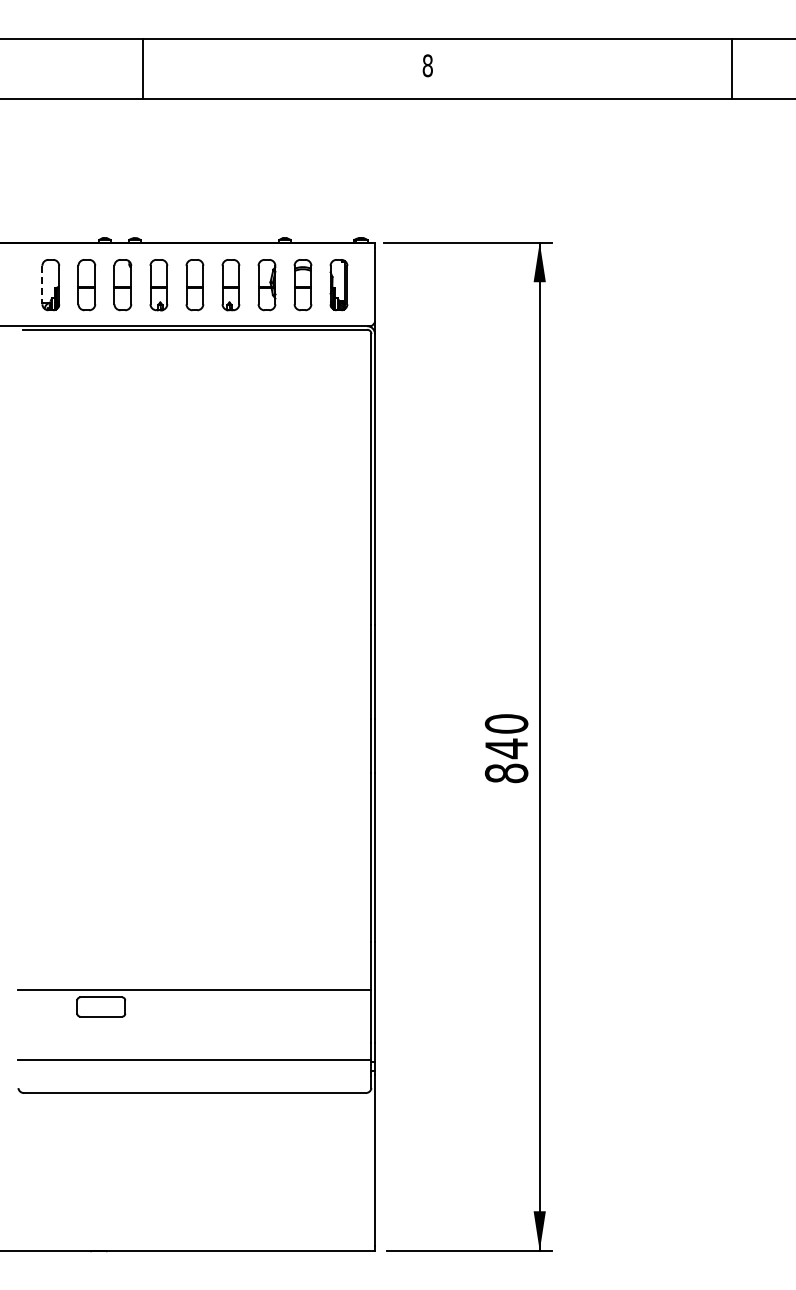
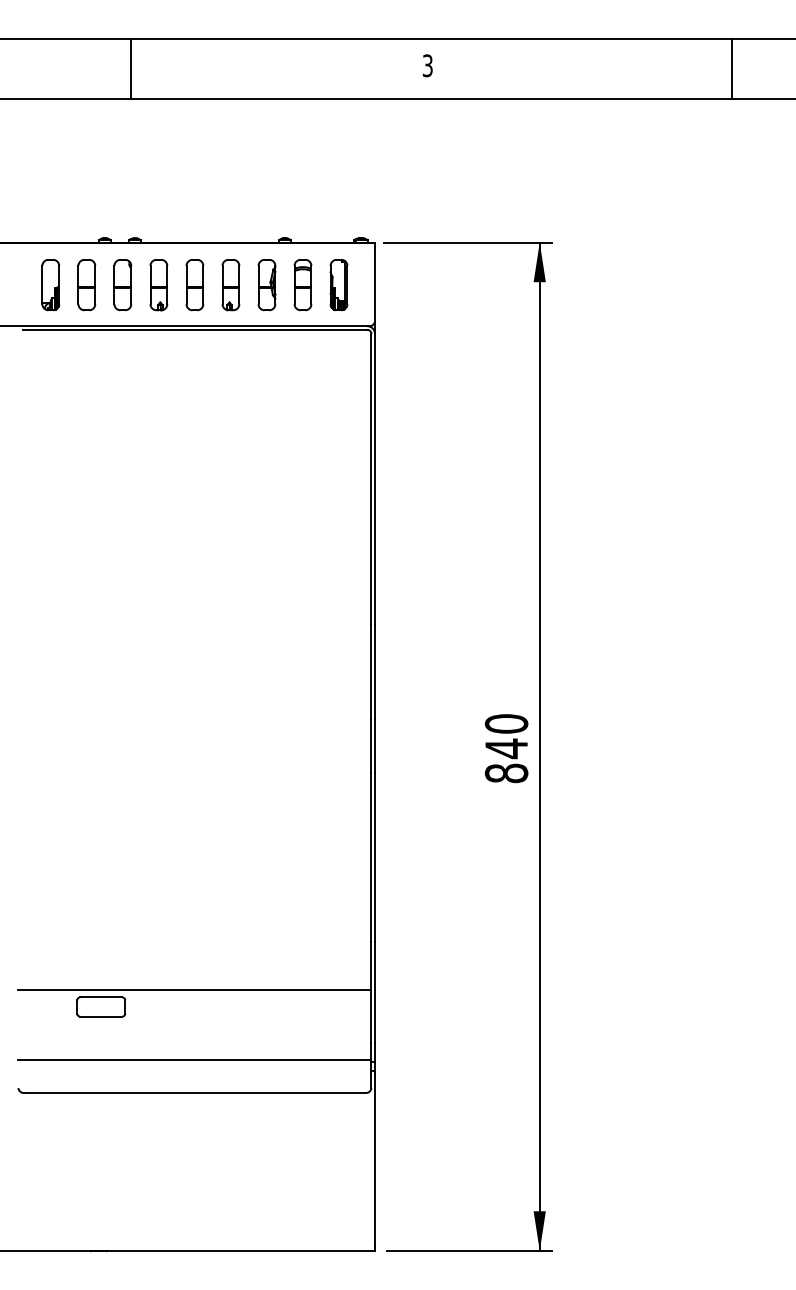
text at (427, 65): 8 -> 3
line at (143, 68) position: (143, 68) -> (131, 68)
line at (42, 285): dashed -> solid
